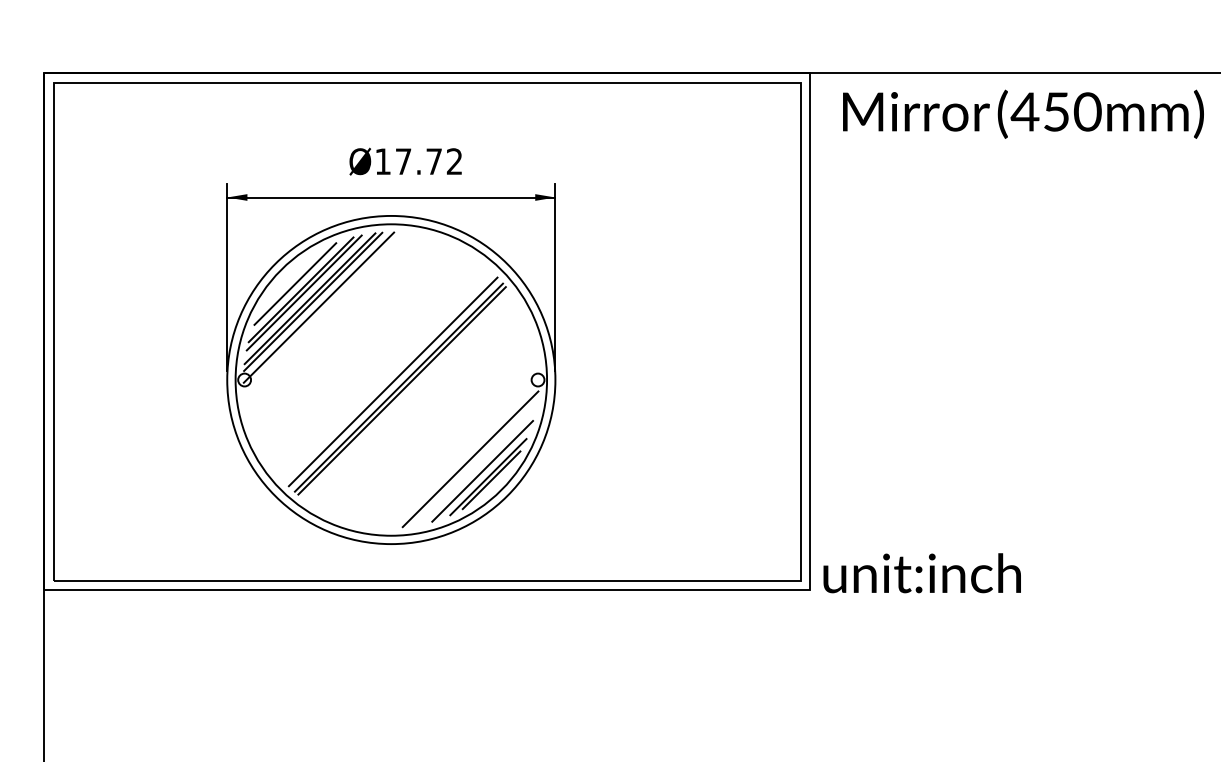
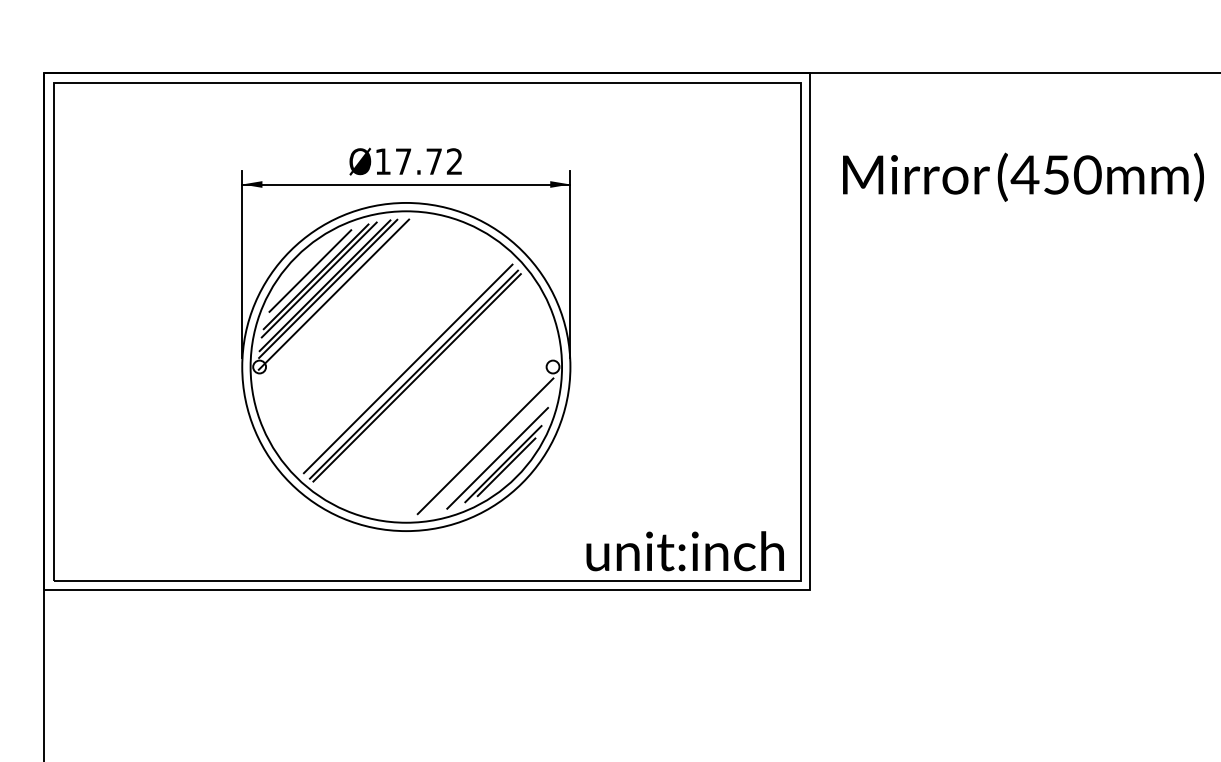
text at (1023, 113) position: (1023, 113) -> (1023, 176)
part at (391, 363) position: (391, 363) -> (406, 350)
text at (921, 573) position: (921, 573) -> (684, 551)
